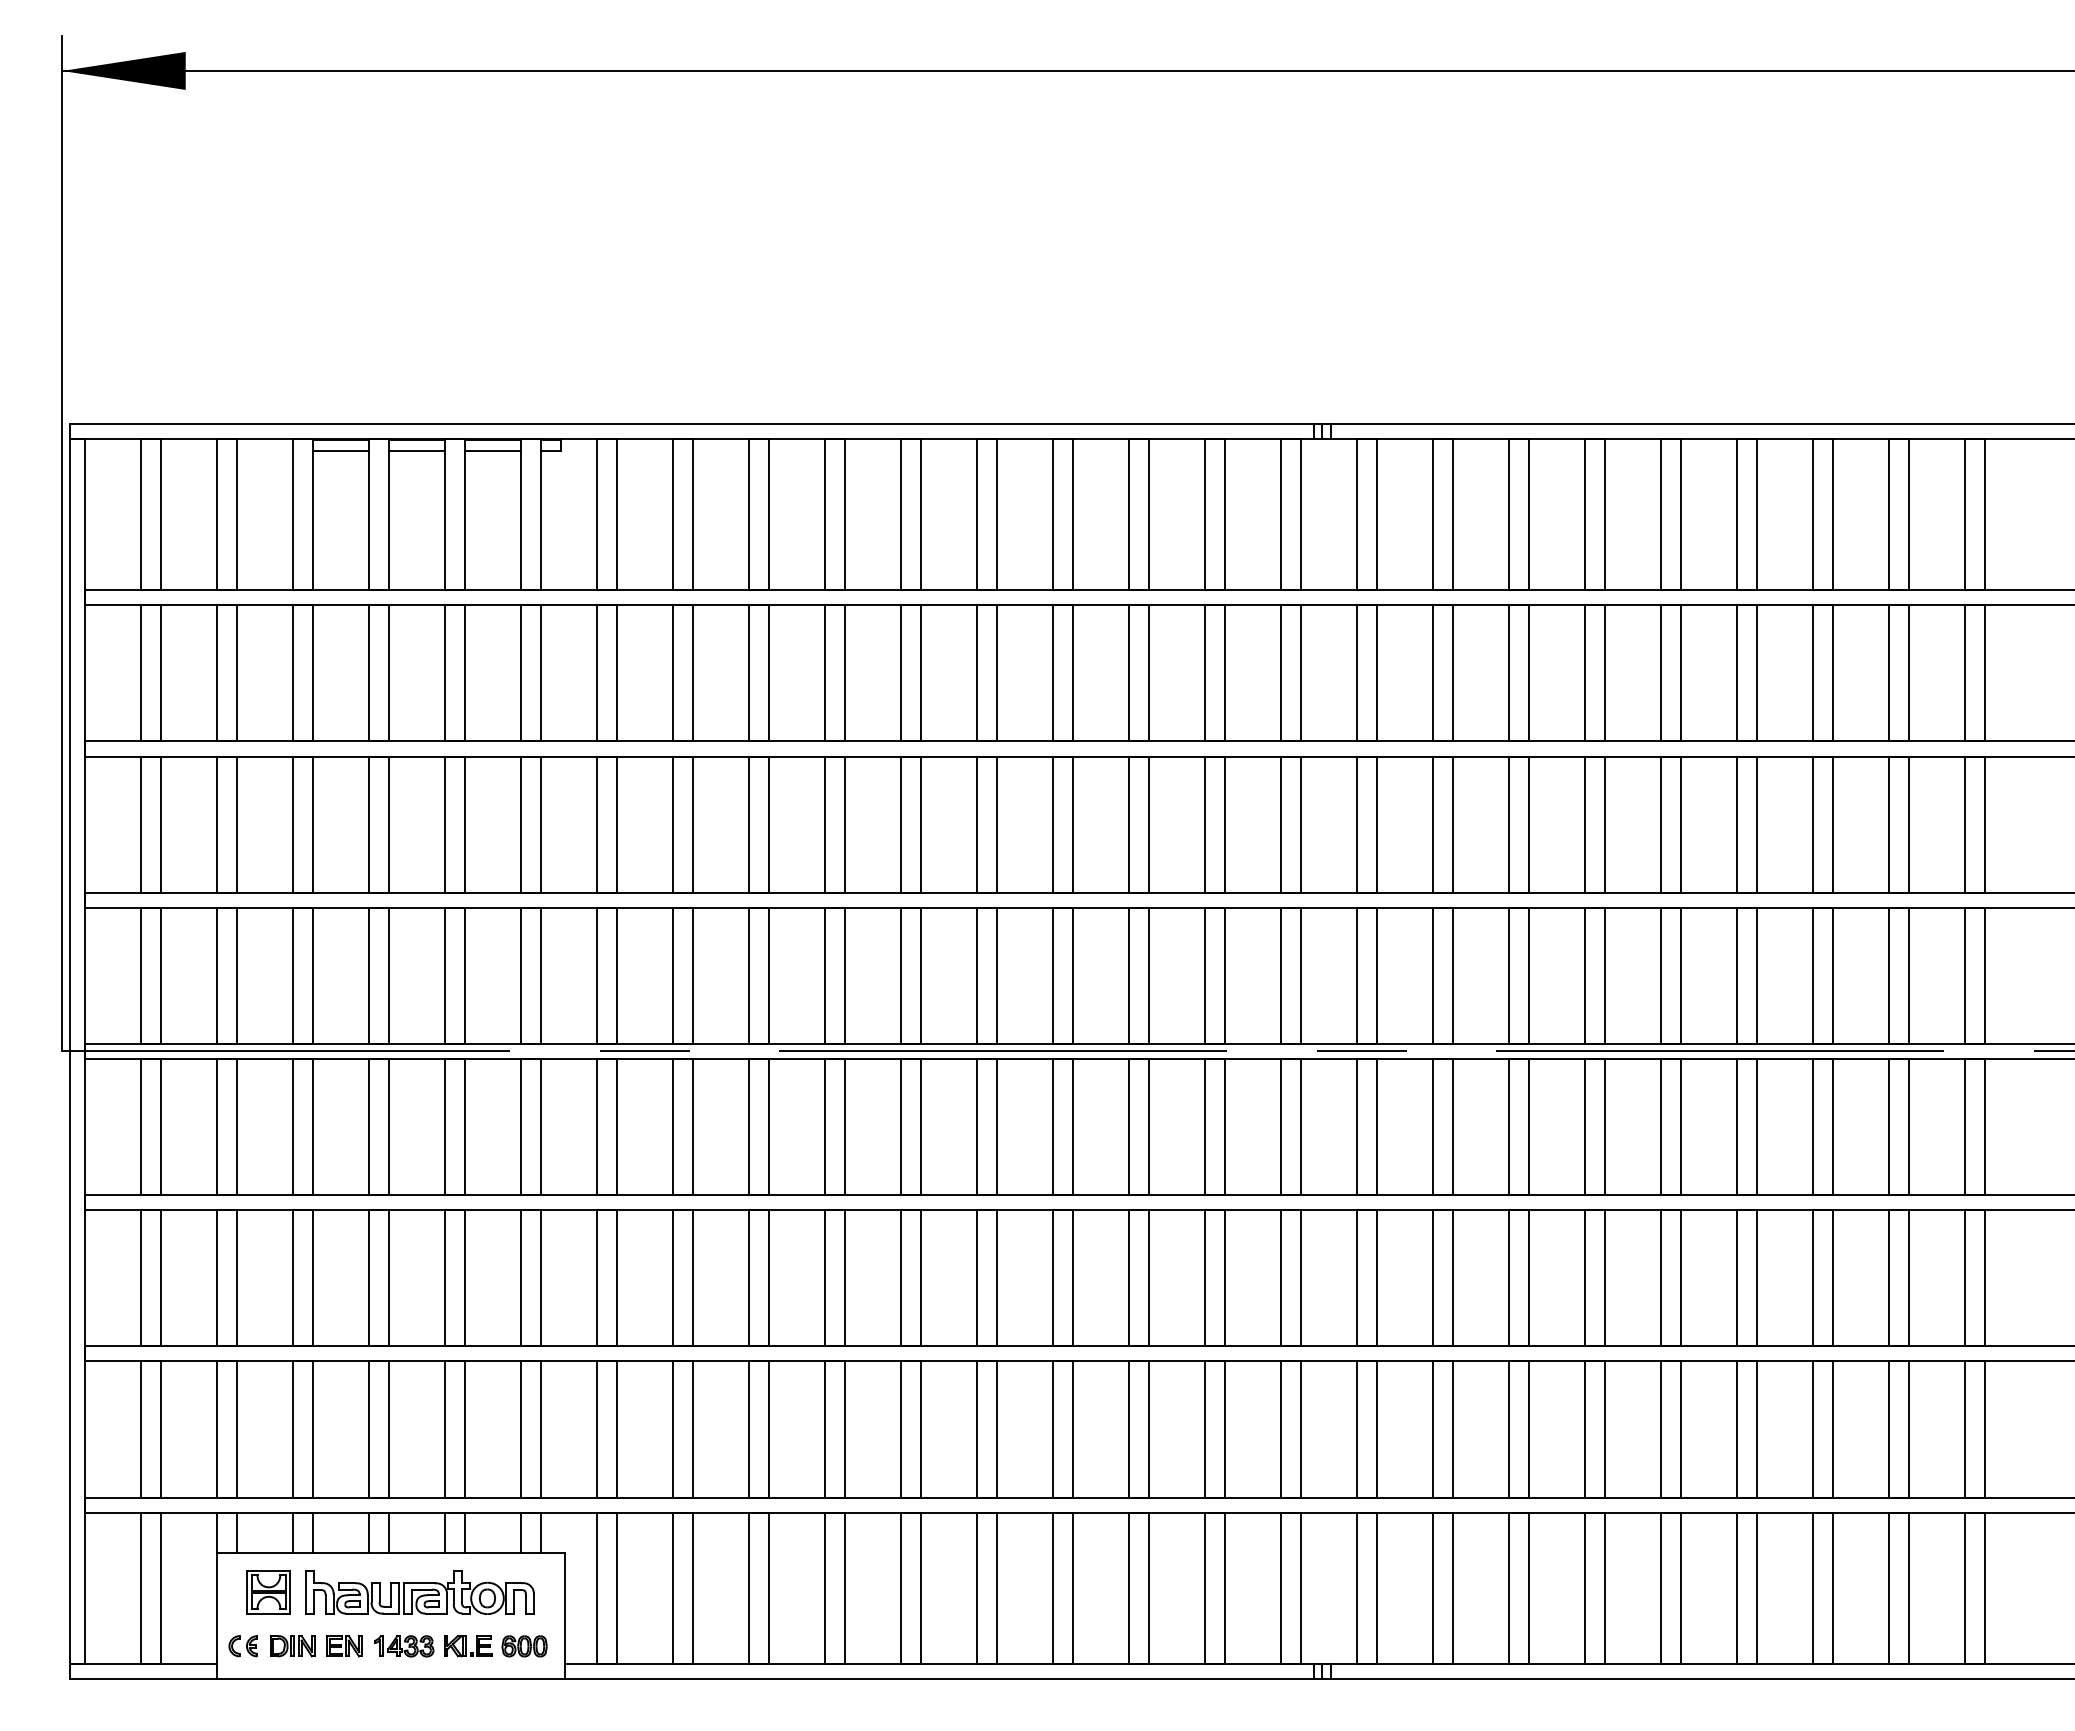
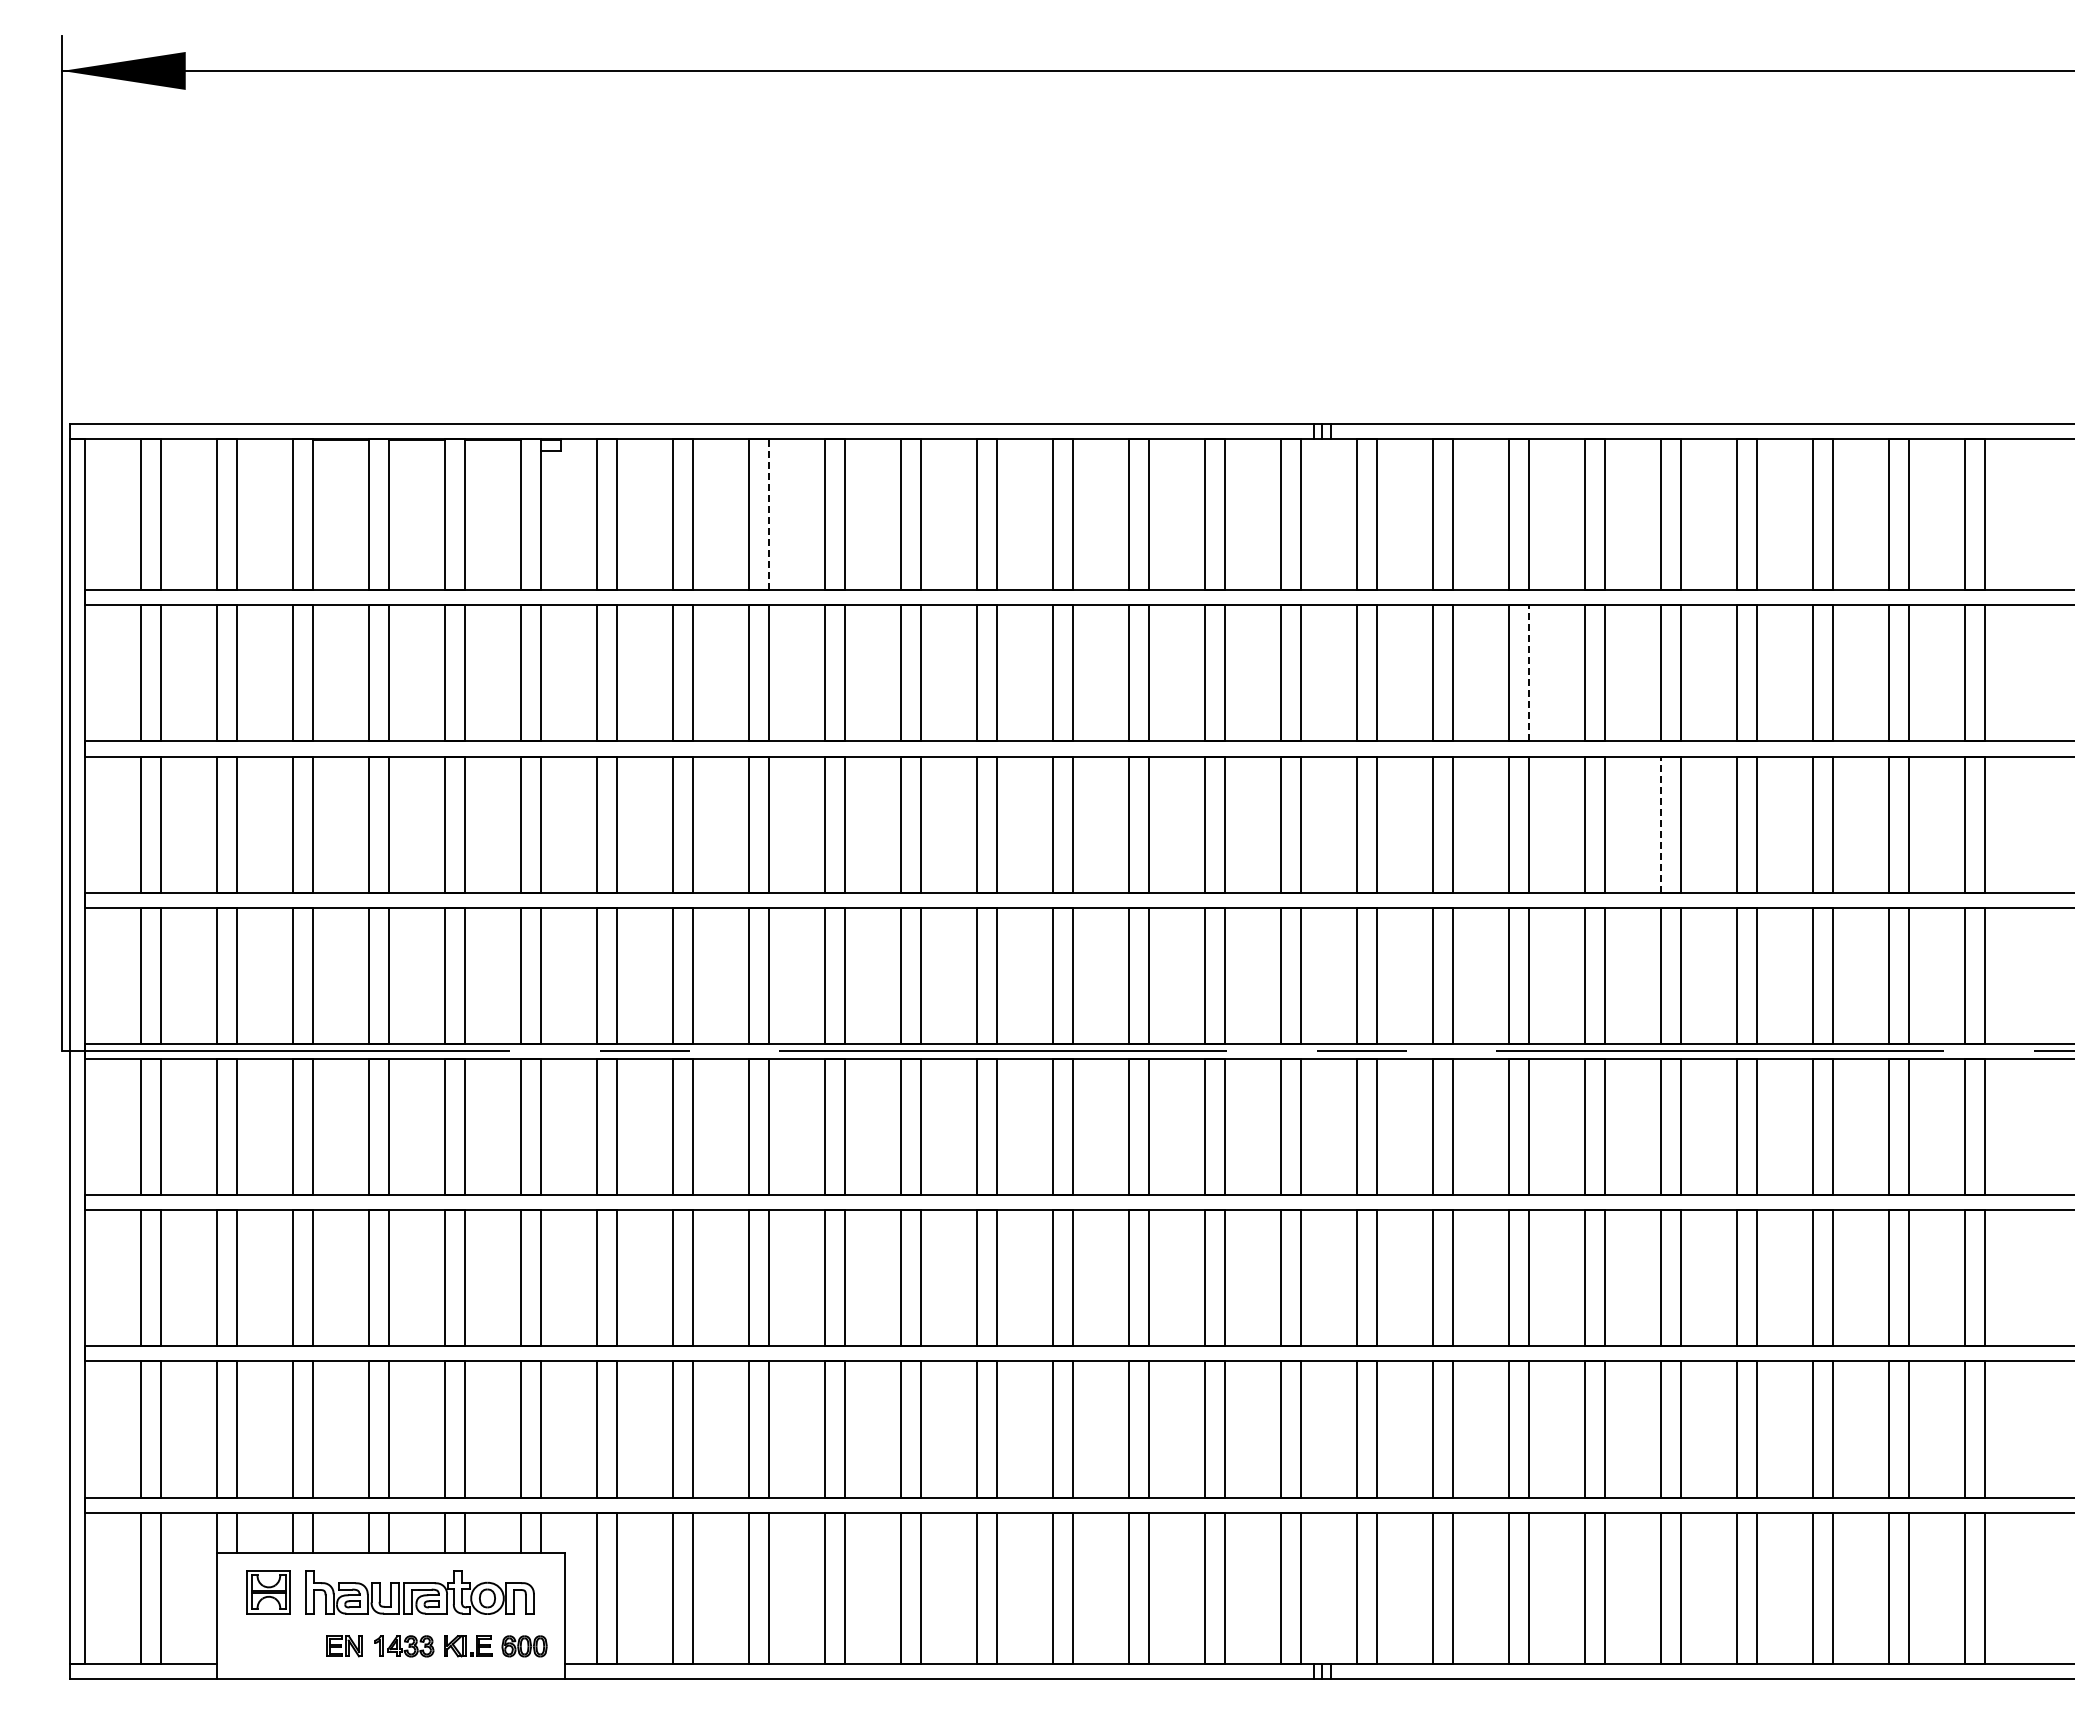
line at (340, 450): present -> none
line at (416, 450): present -> none
line at (492, 450): present -> none
line at (768, 514): solid -> dashed
line at (1528, 672): solid -> dashed
line at (1660, 824): solid -> dashed
part at (242, 1646): present -> none
part at (292, 1646): present -> none
